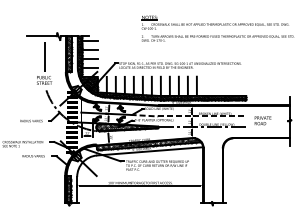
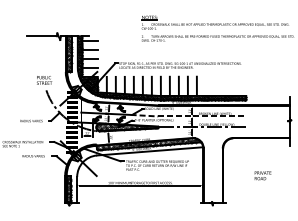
line at (44, 53): present -> none
text at (262, 120) position: (262, 120) -> (262, 175)
